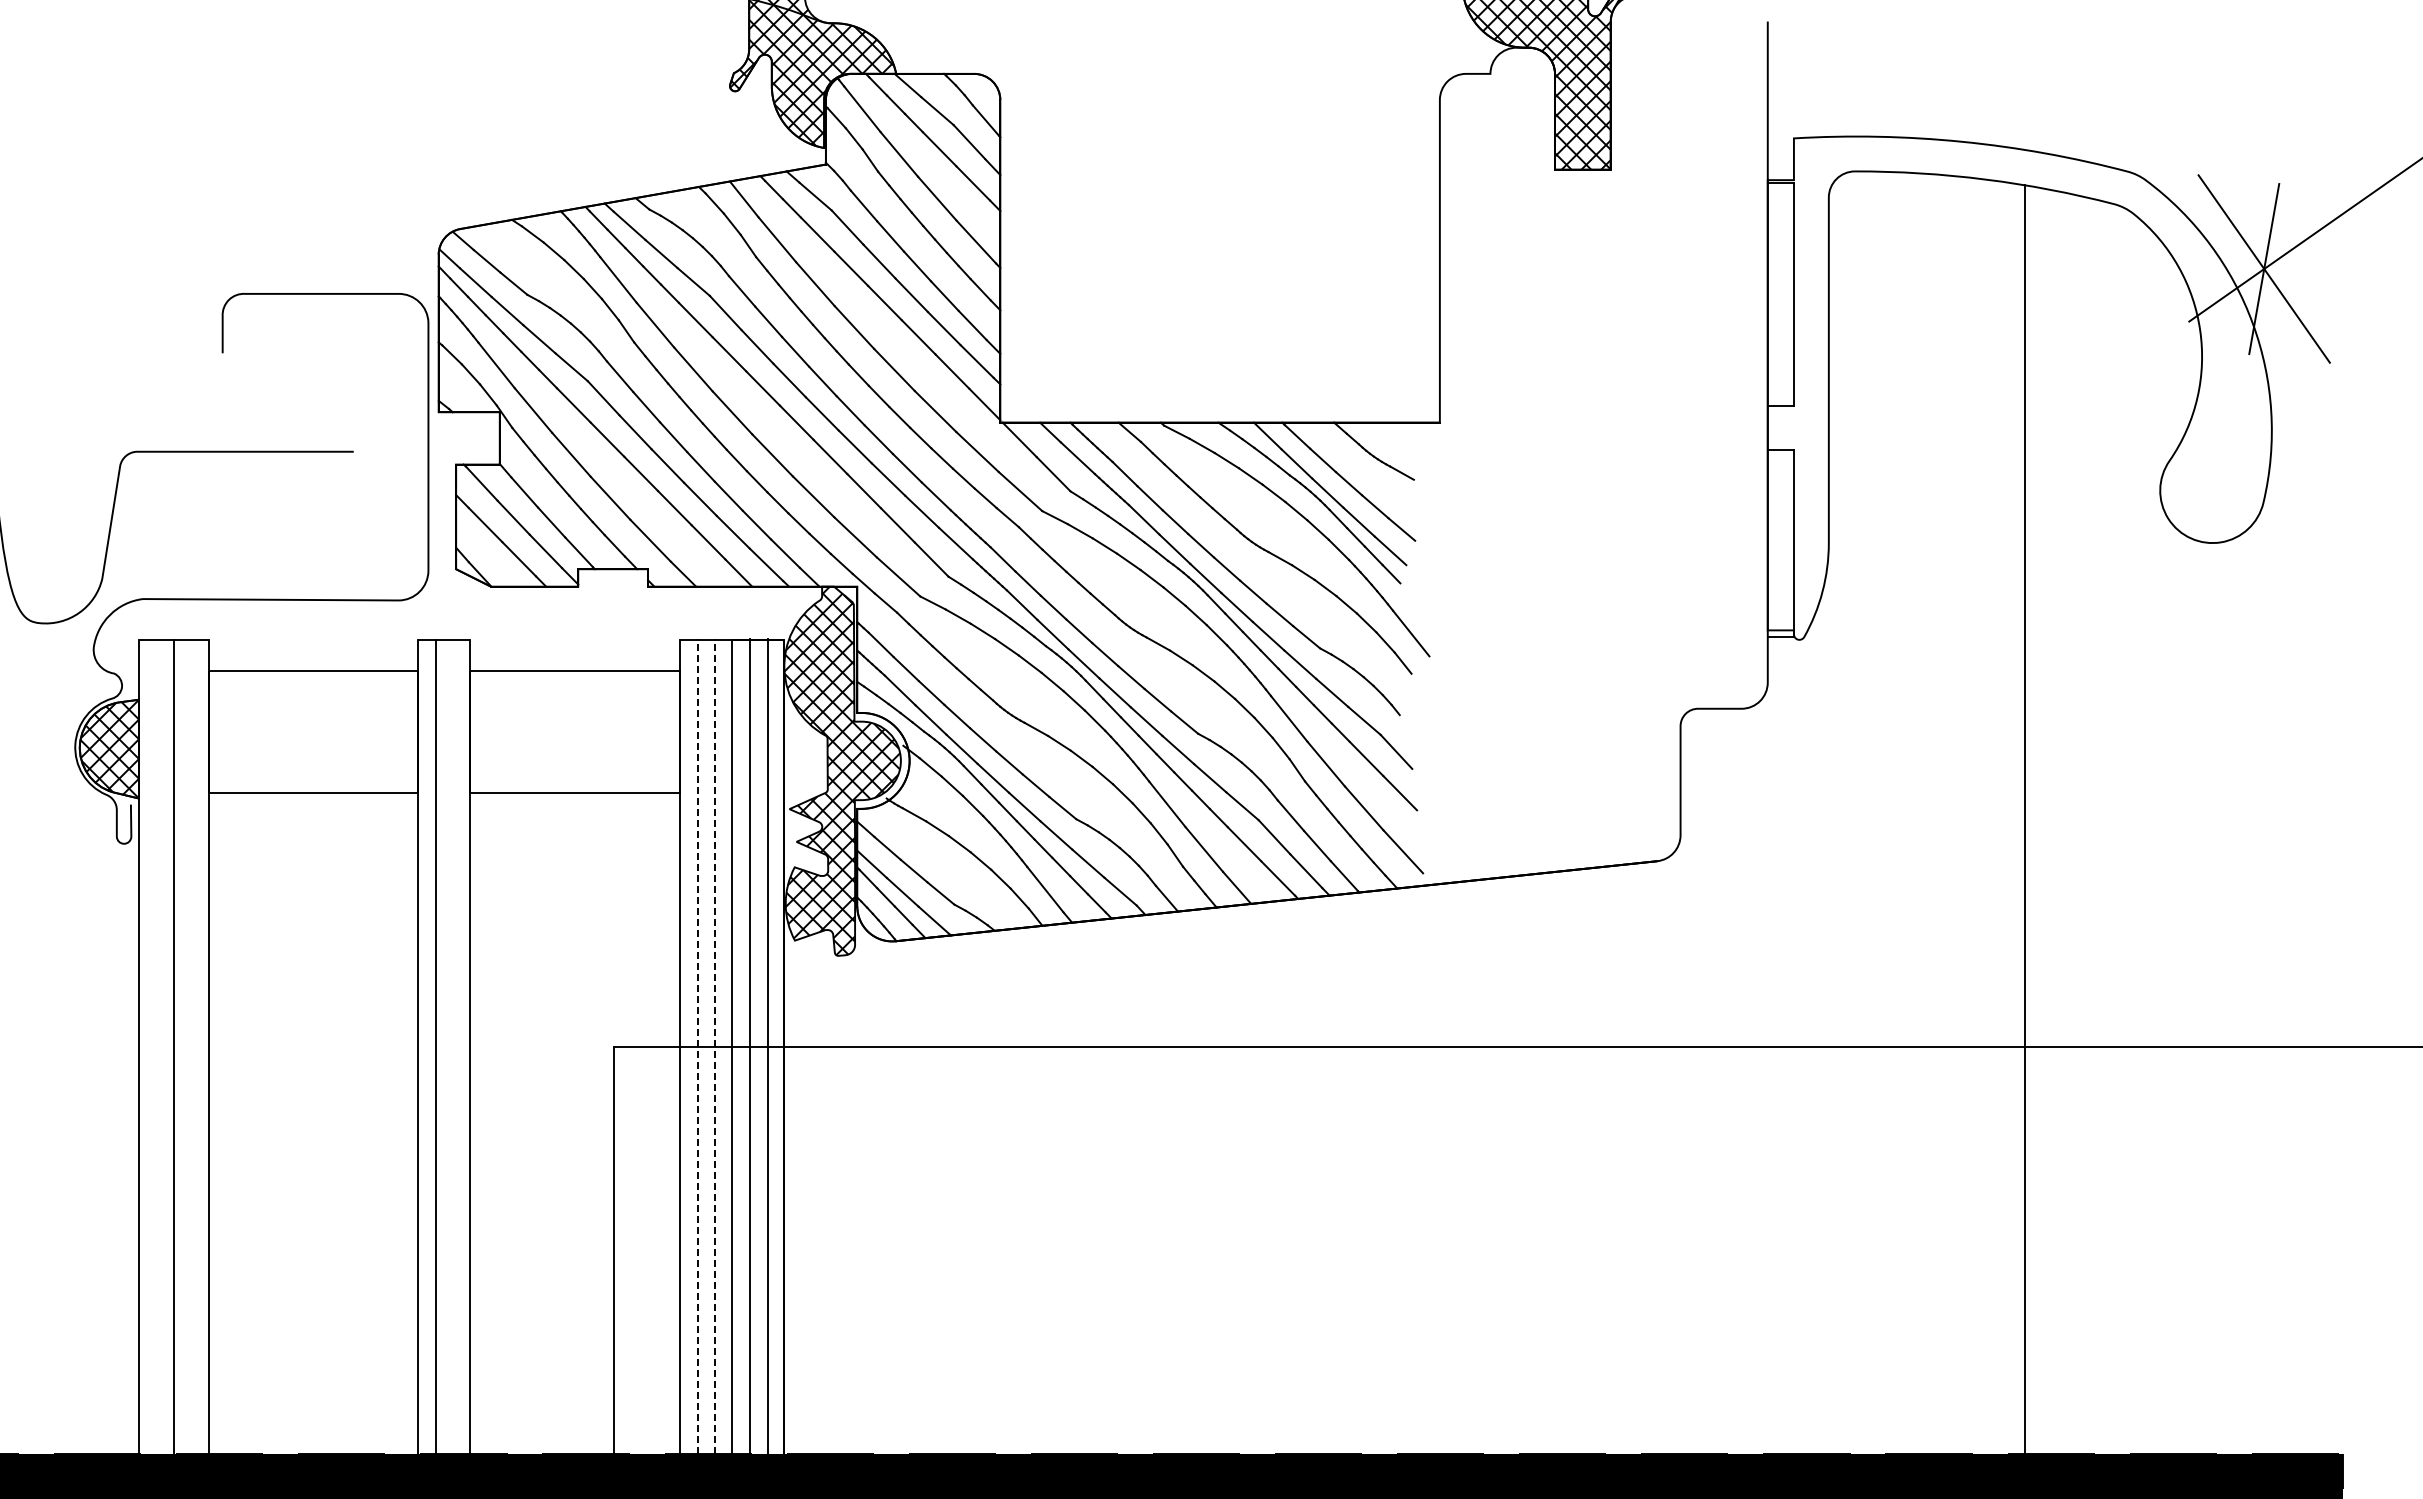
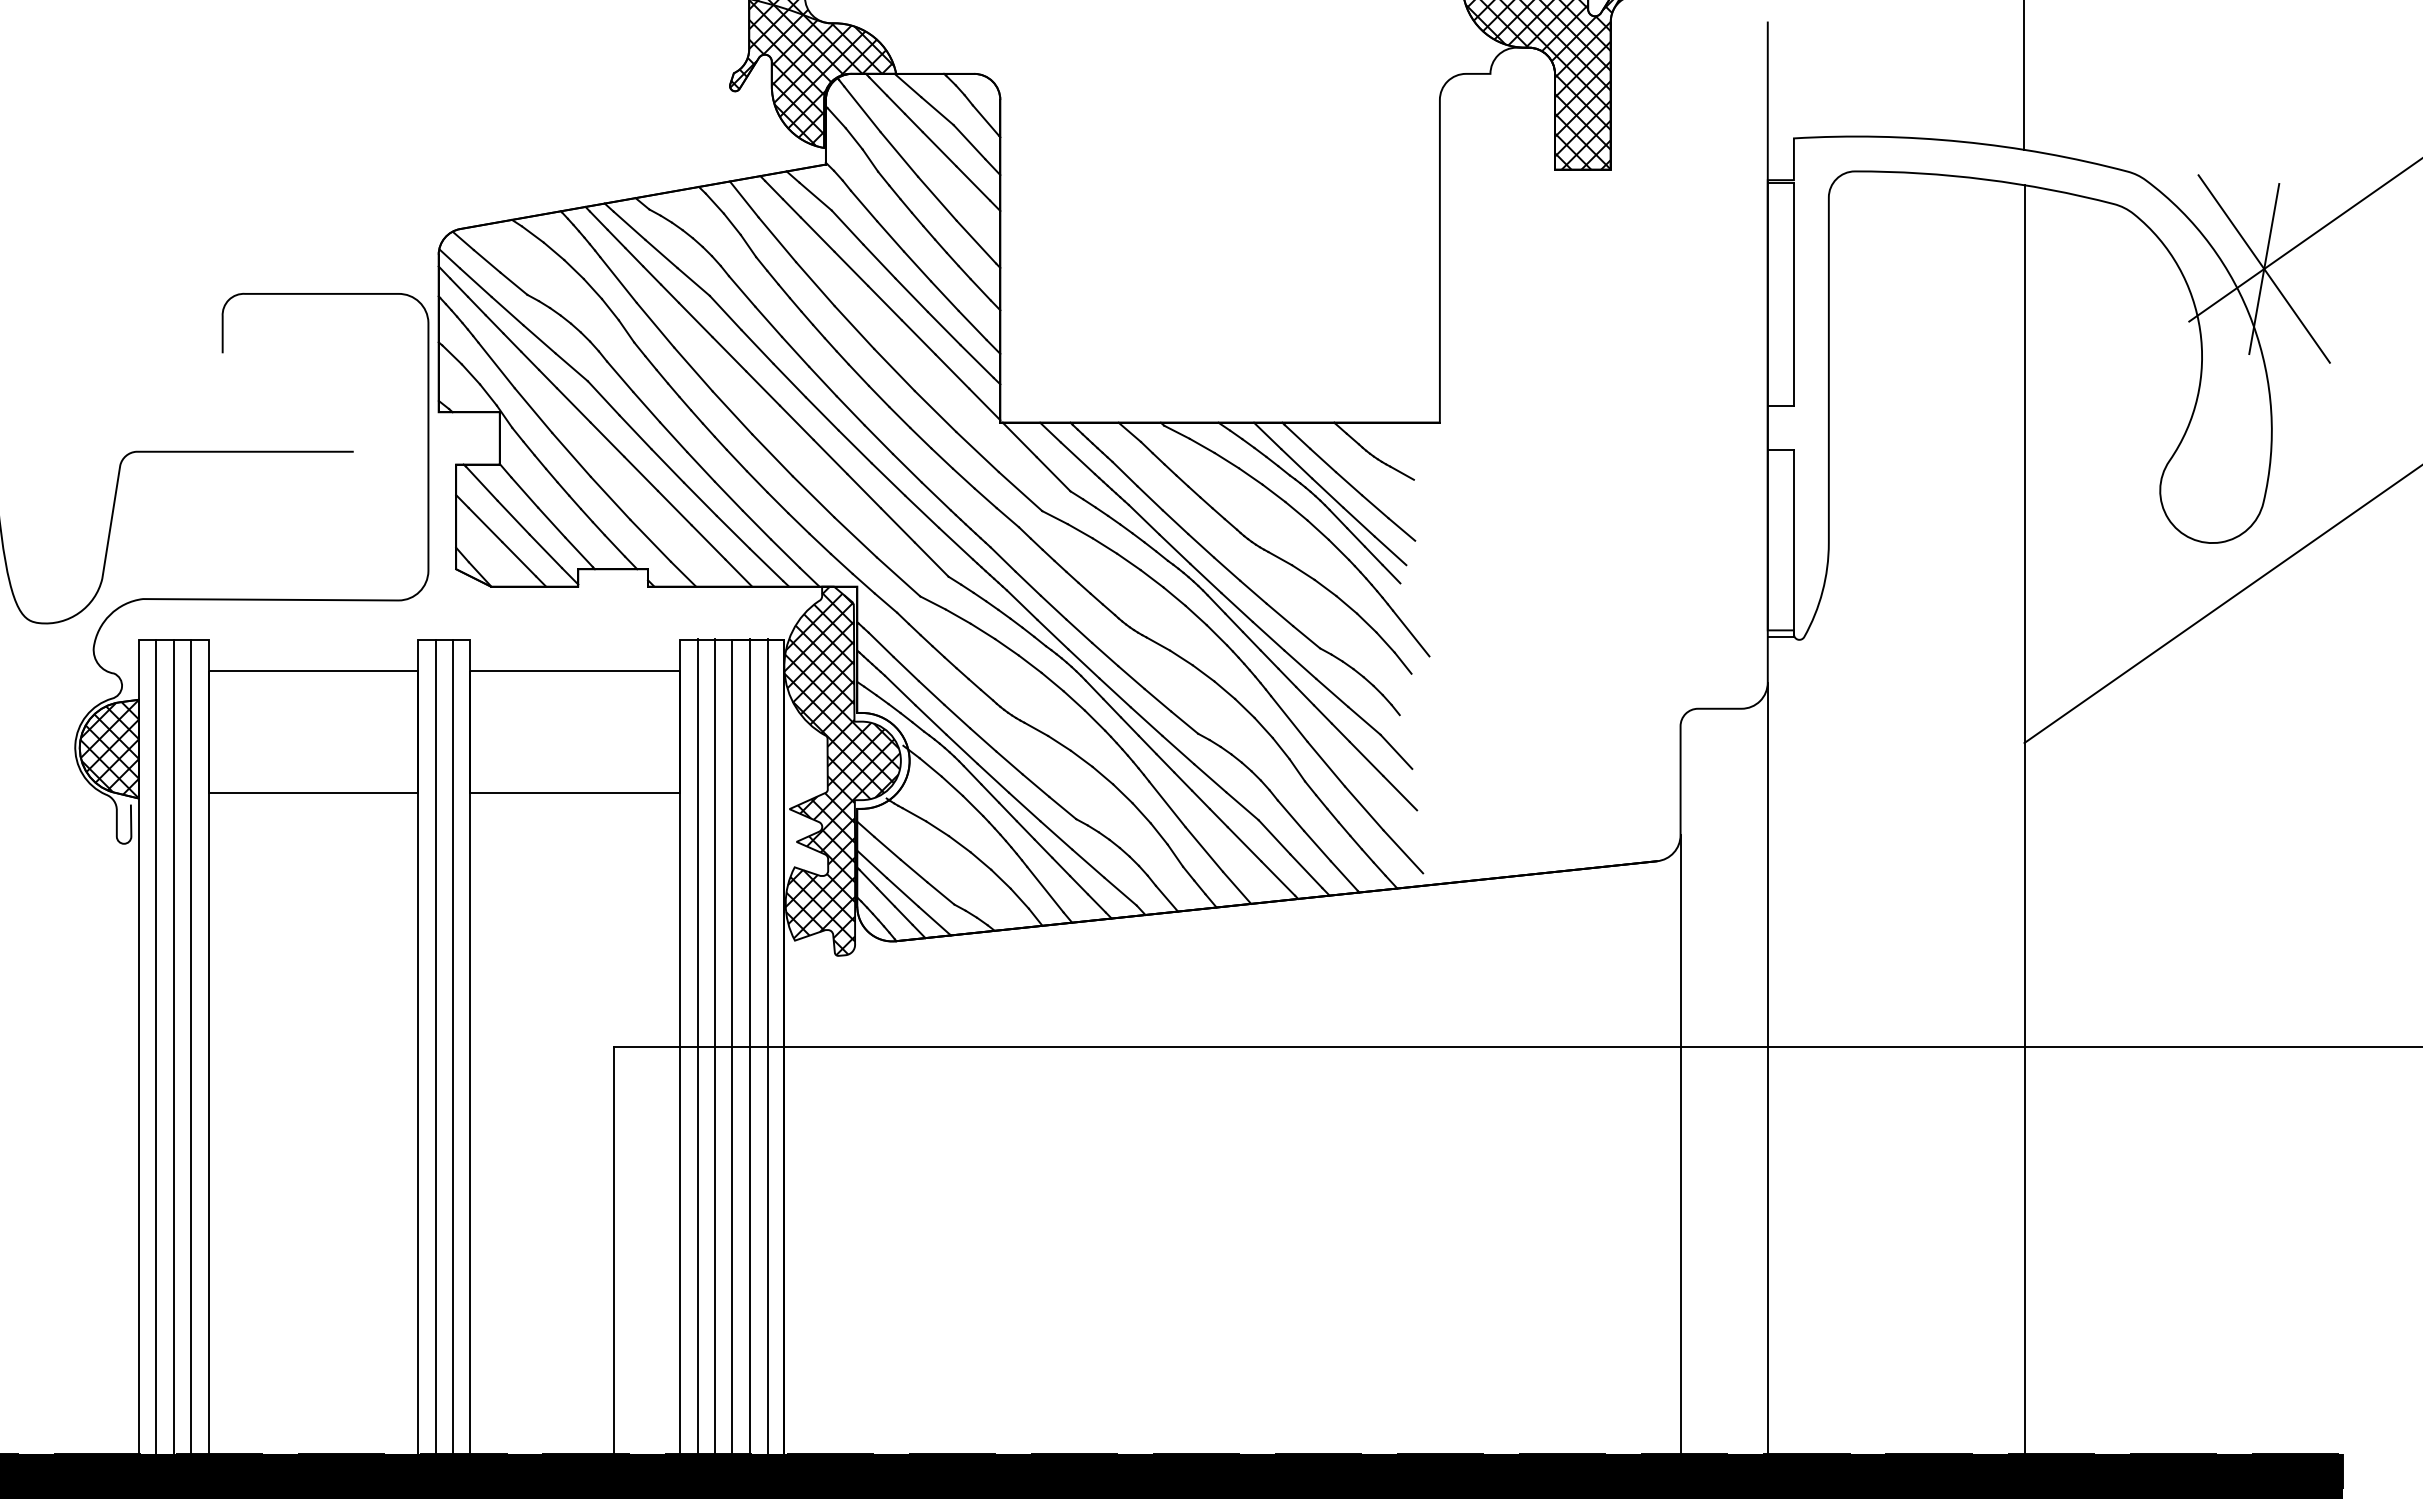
line at (2024, 75): none -> present
line at (2221, 604): none -> present
line at (156, 1046): none -> present
line at (191, 1046): none -> present
line at (452, 1046): none -> present
line at (697, 1046): dashed -> solid
line at (715, 1046): dashed -> solid
line at (1768, 1068): none -> present
line at (1680, 1144): none -> present
